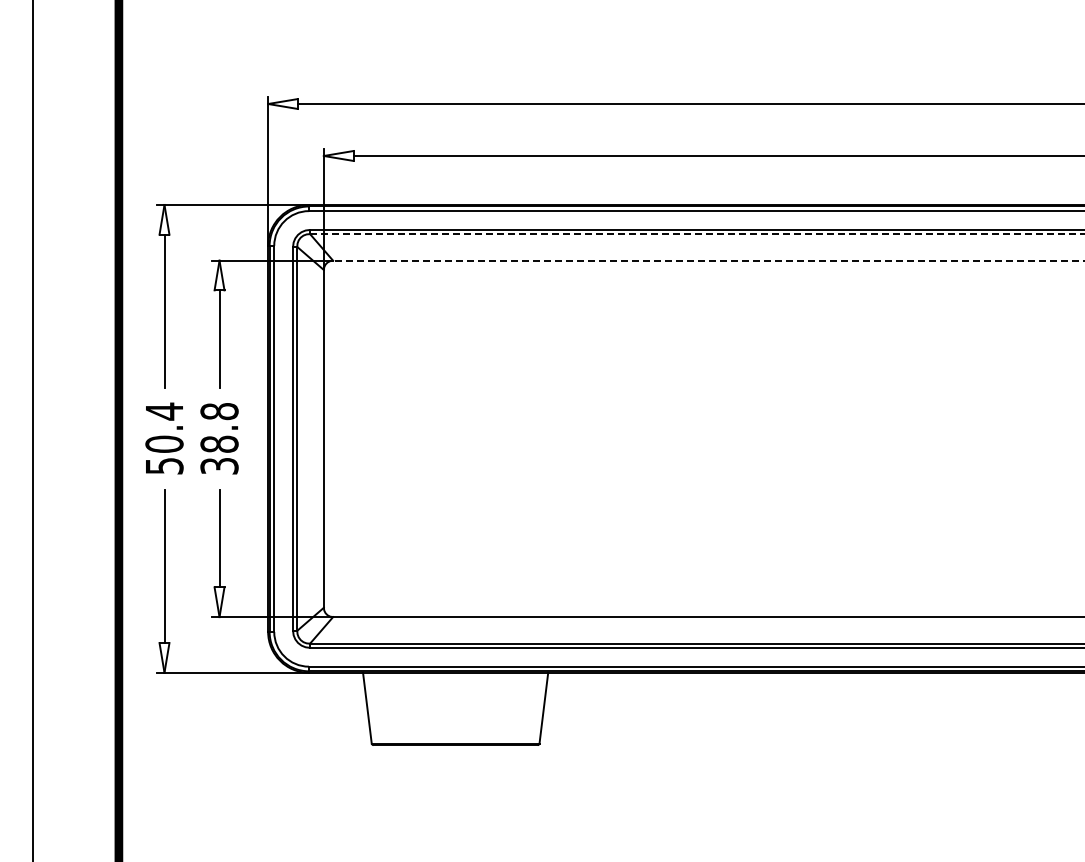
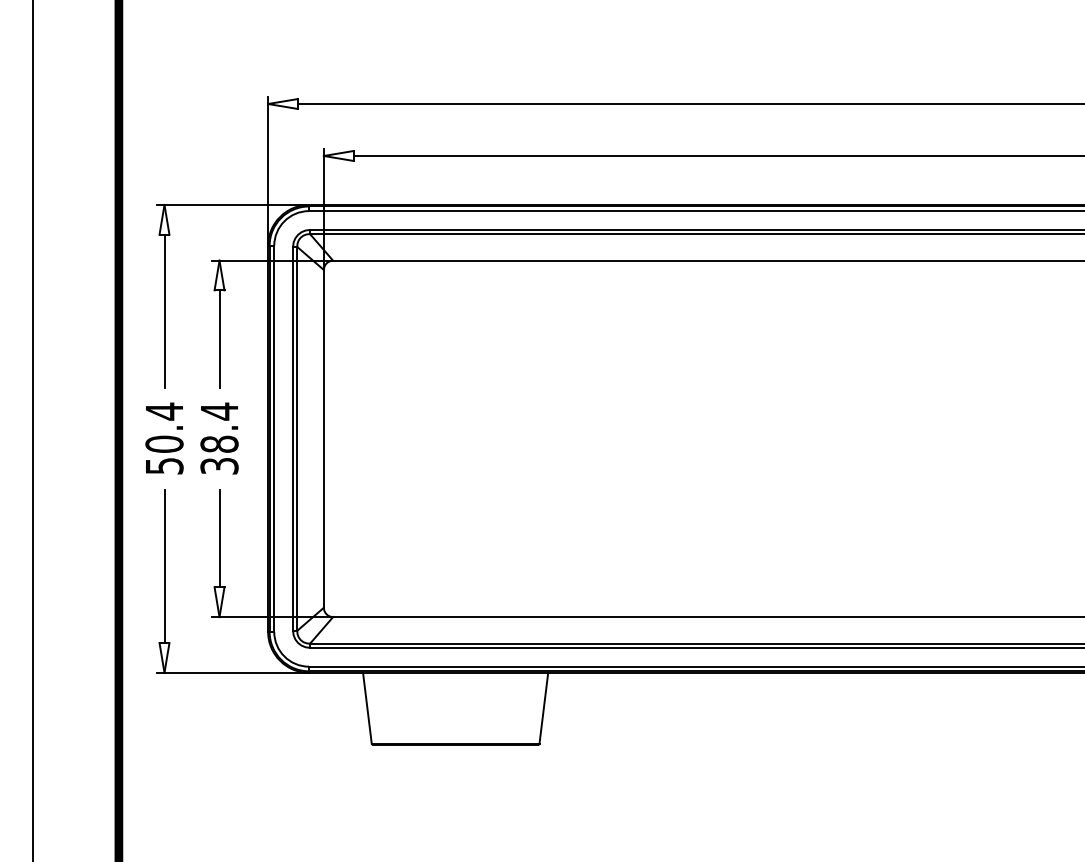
line at (697, 234): dashed -> solid
line at (708, 260): dashed -> solid
text at (219, 411): 38.8 -> 38.4
